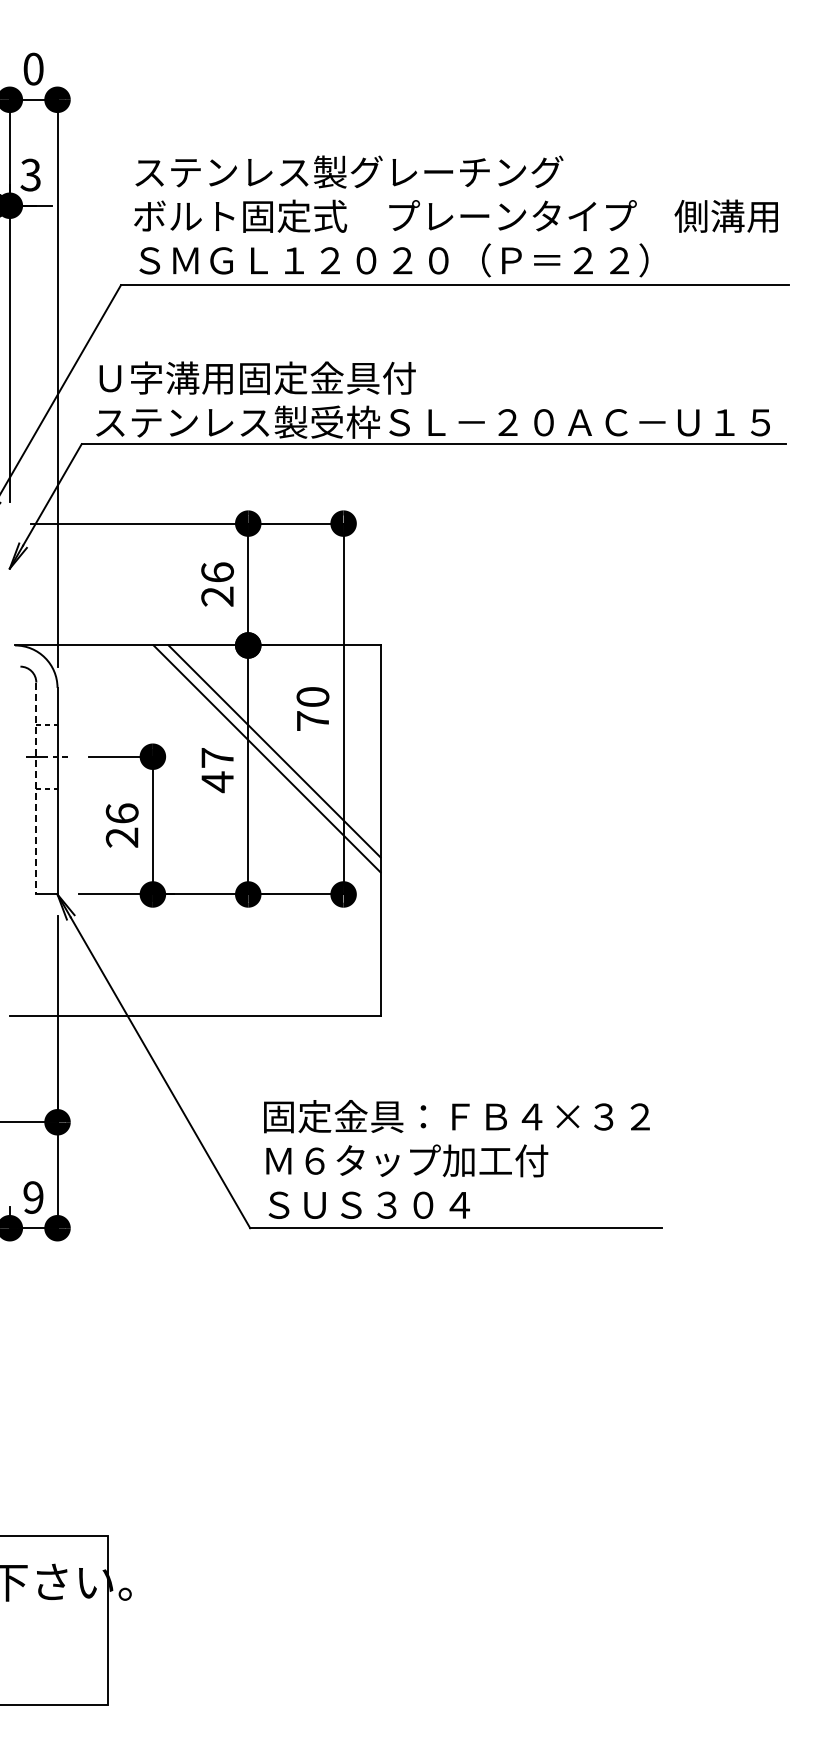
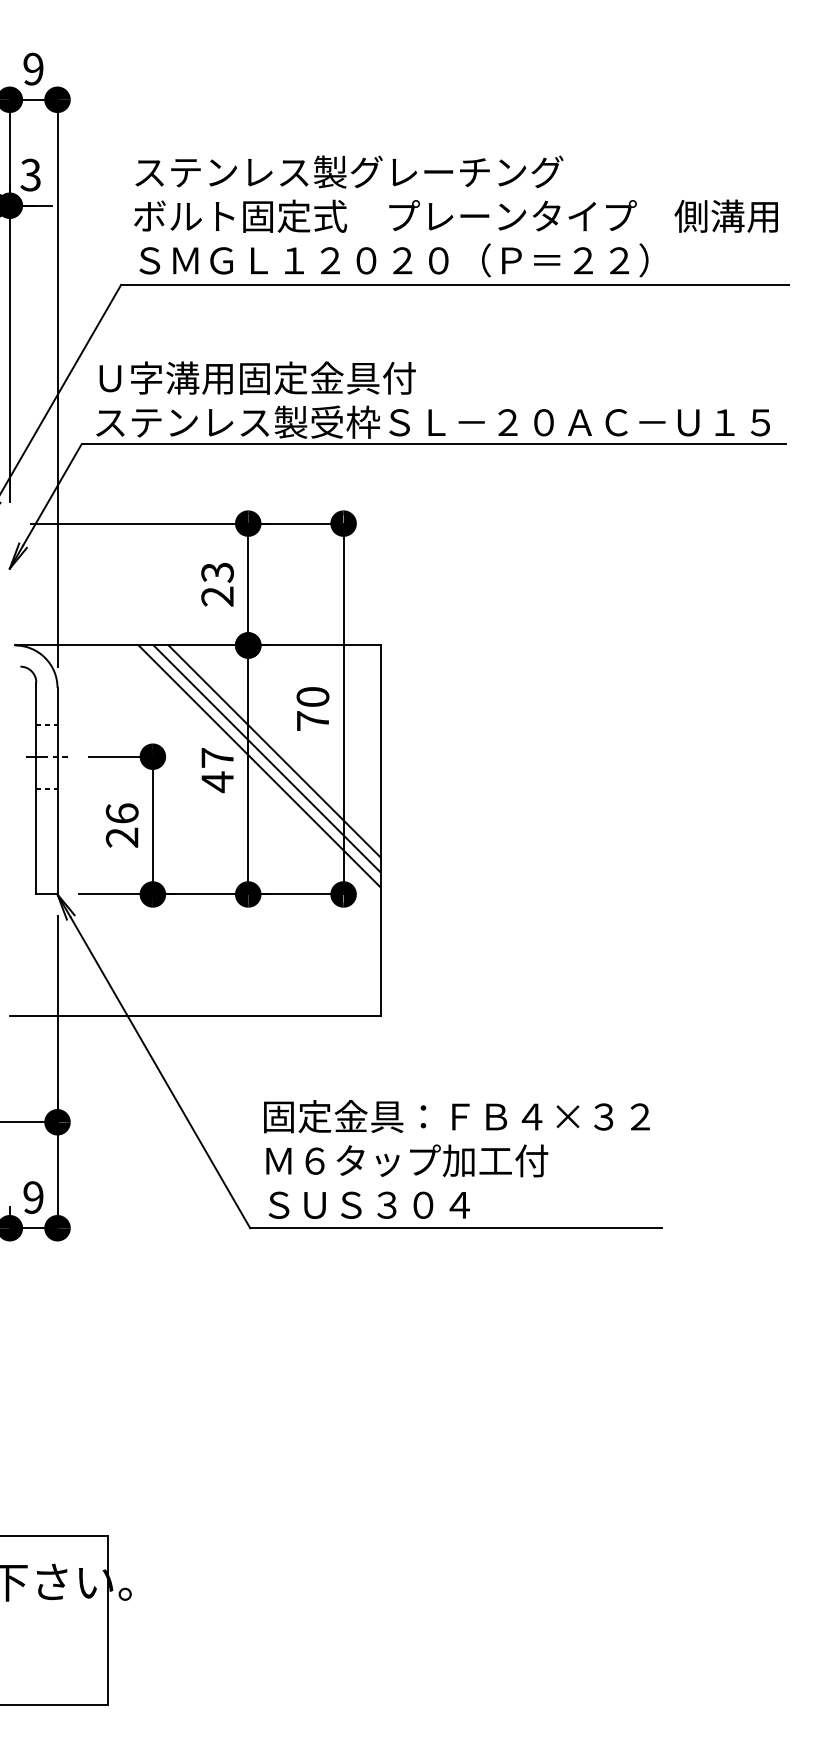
text at (33, 68): 0 -> 9
text at (217, 572): 26 -> 23
line at (259, 766): none -> present
line at (36, 788): dashed -> solid
